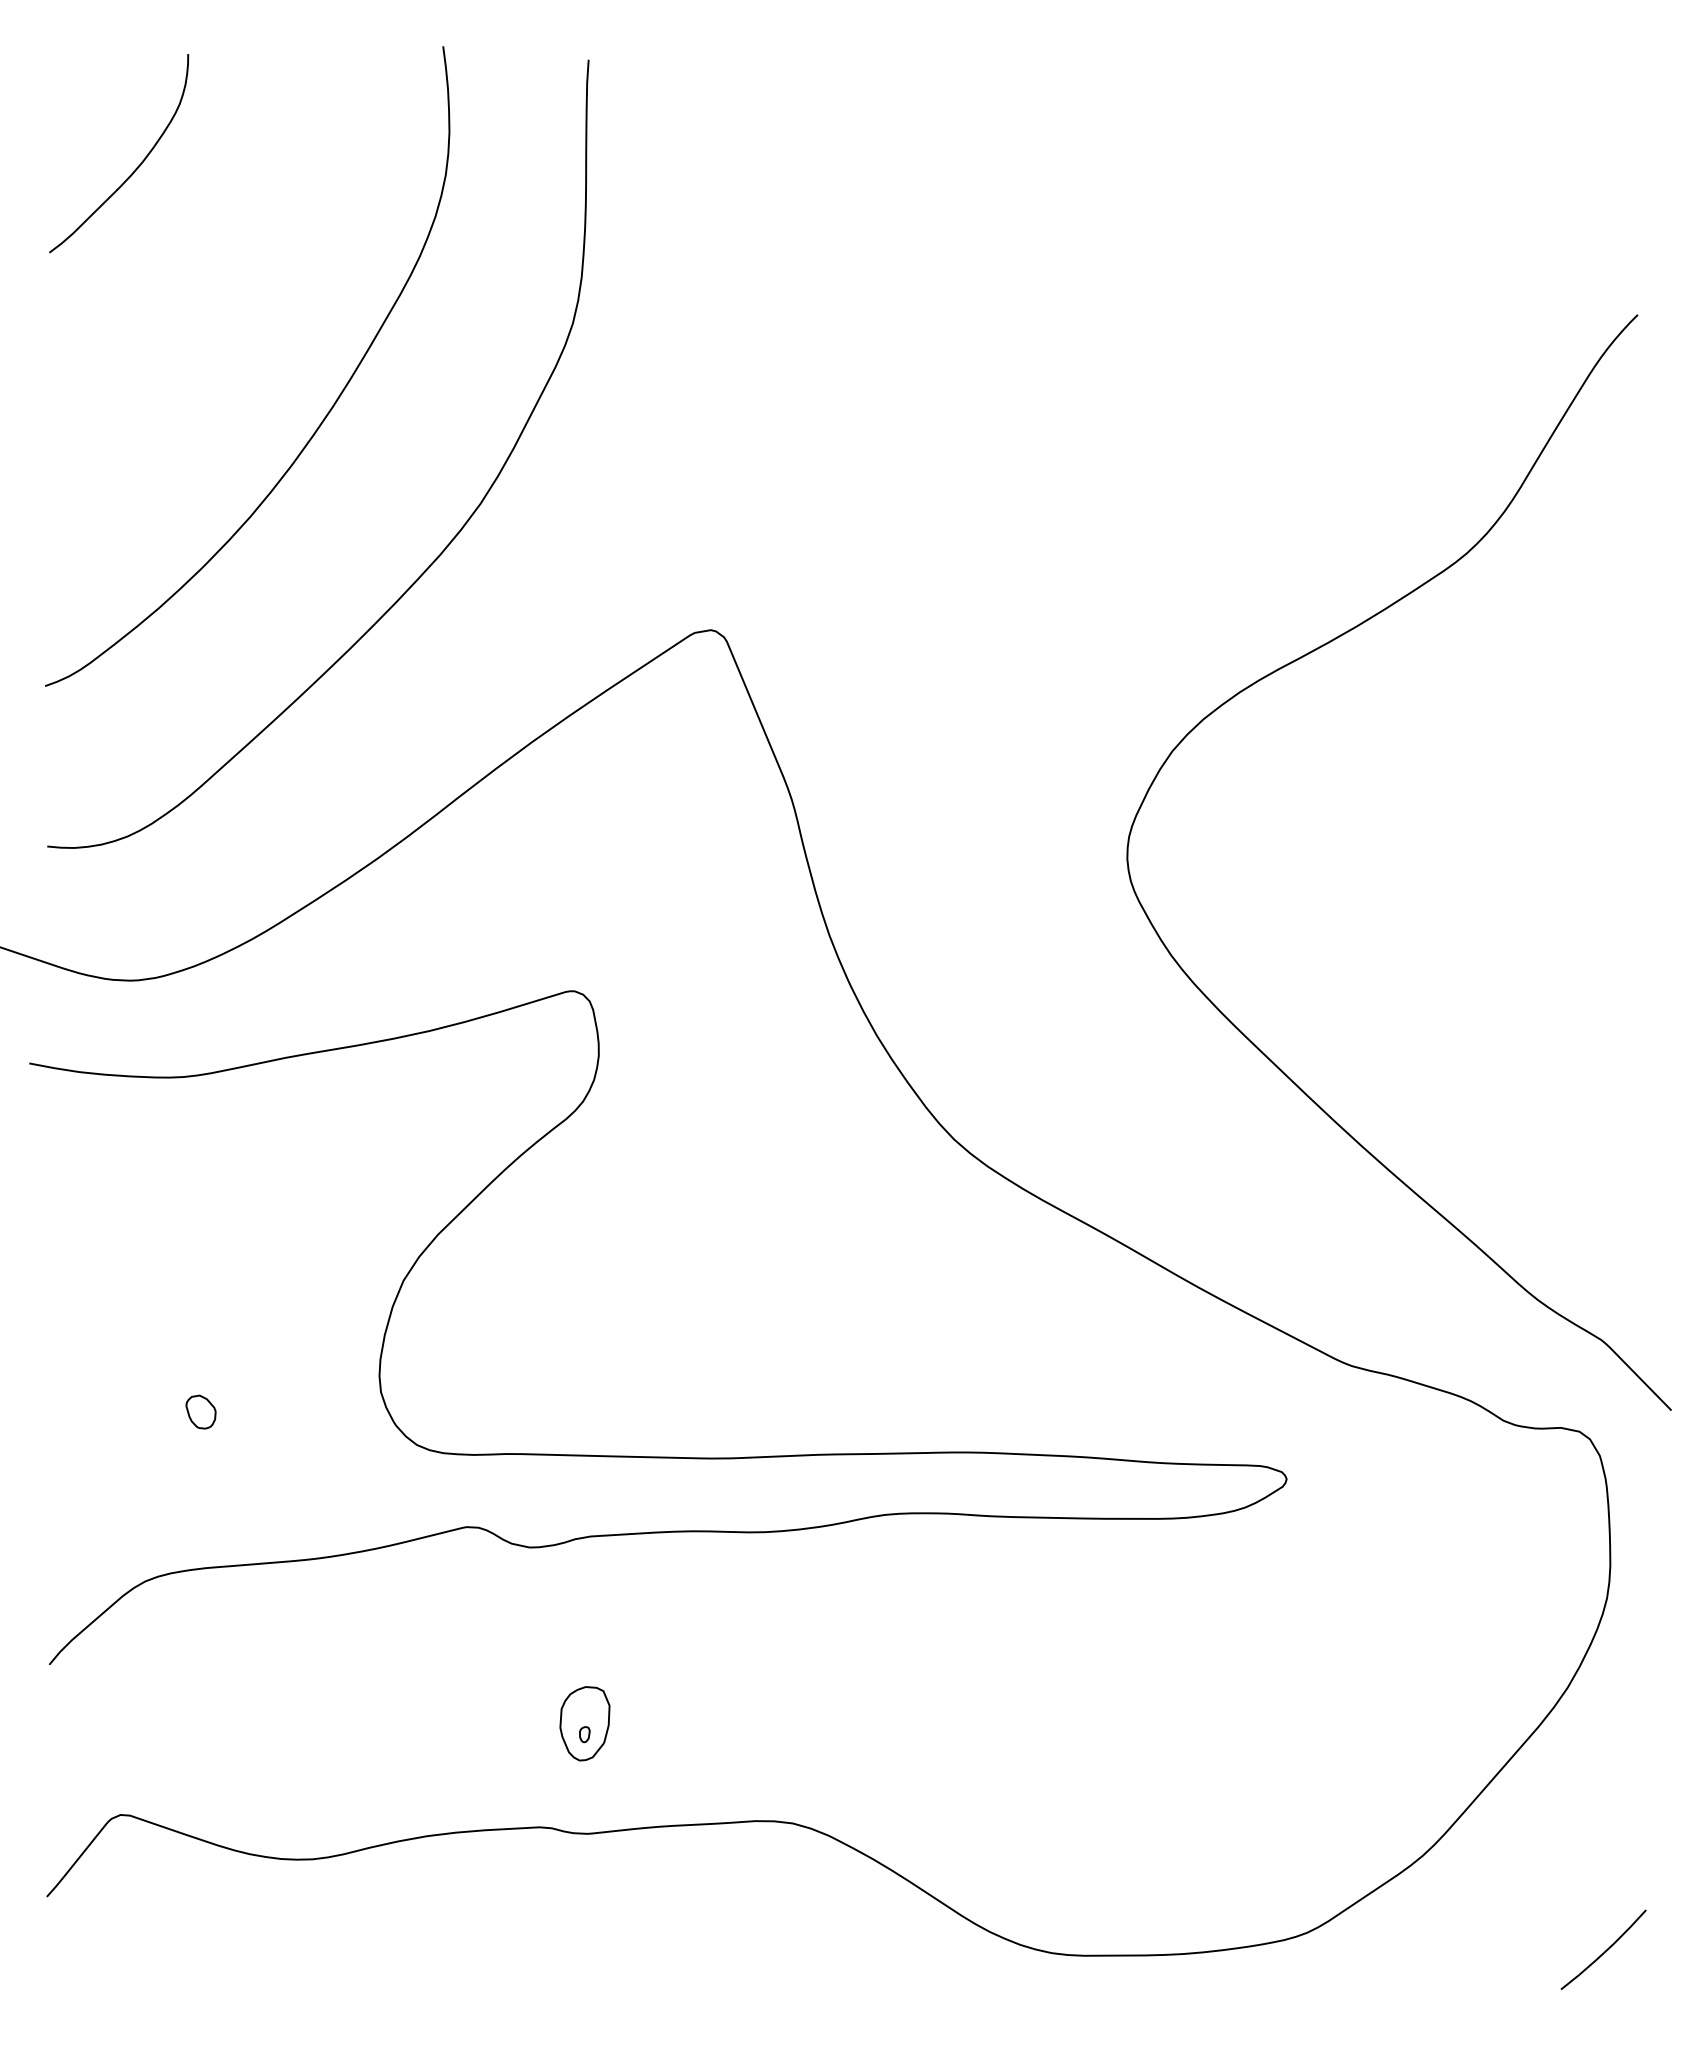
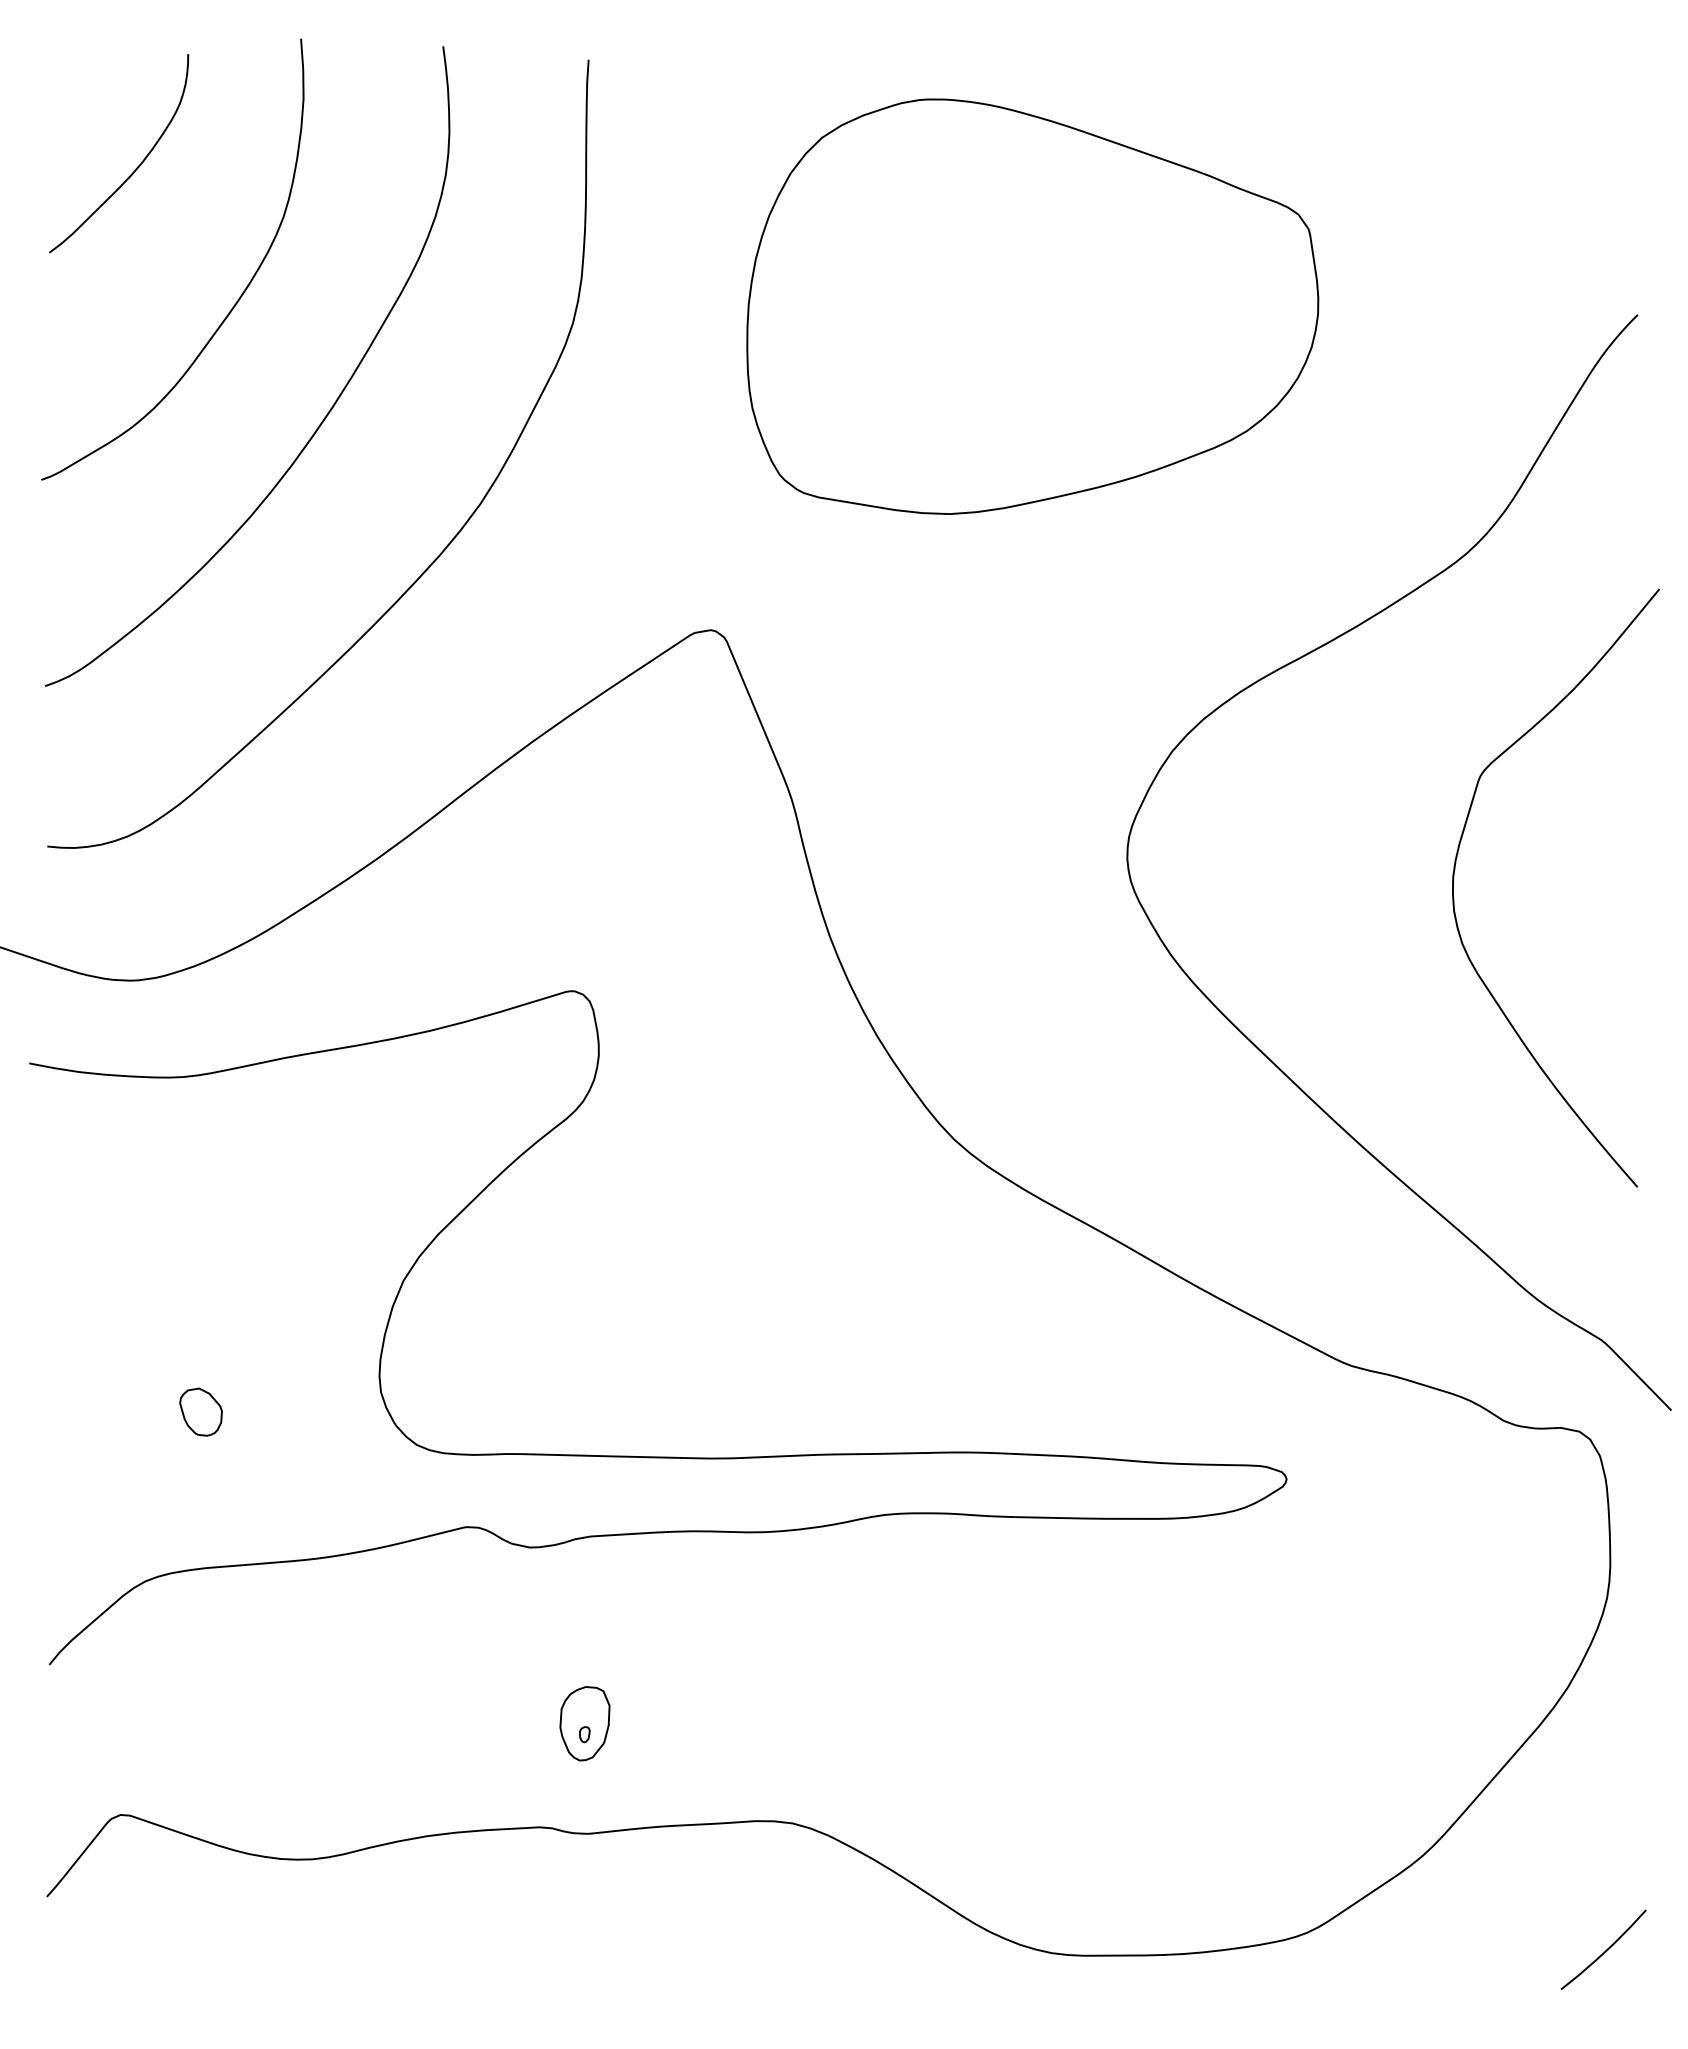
curve at (235, 302): none -> present
part at (1032, 306): none -> present
curve at (1455, 870): none -> present
part at (200, 1411) size: 32x36 px -> 44x50 px
